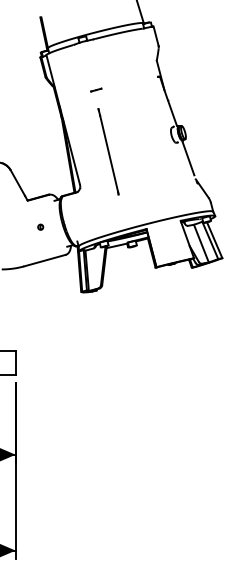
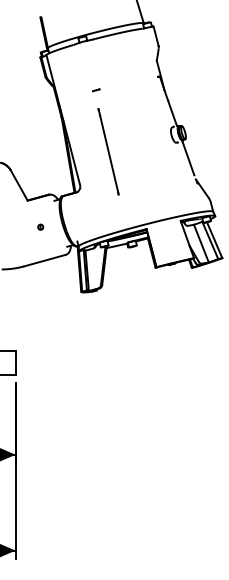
part at (96, 89) size: 13x6 px -> 9x5 px
